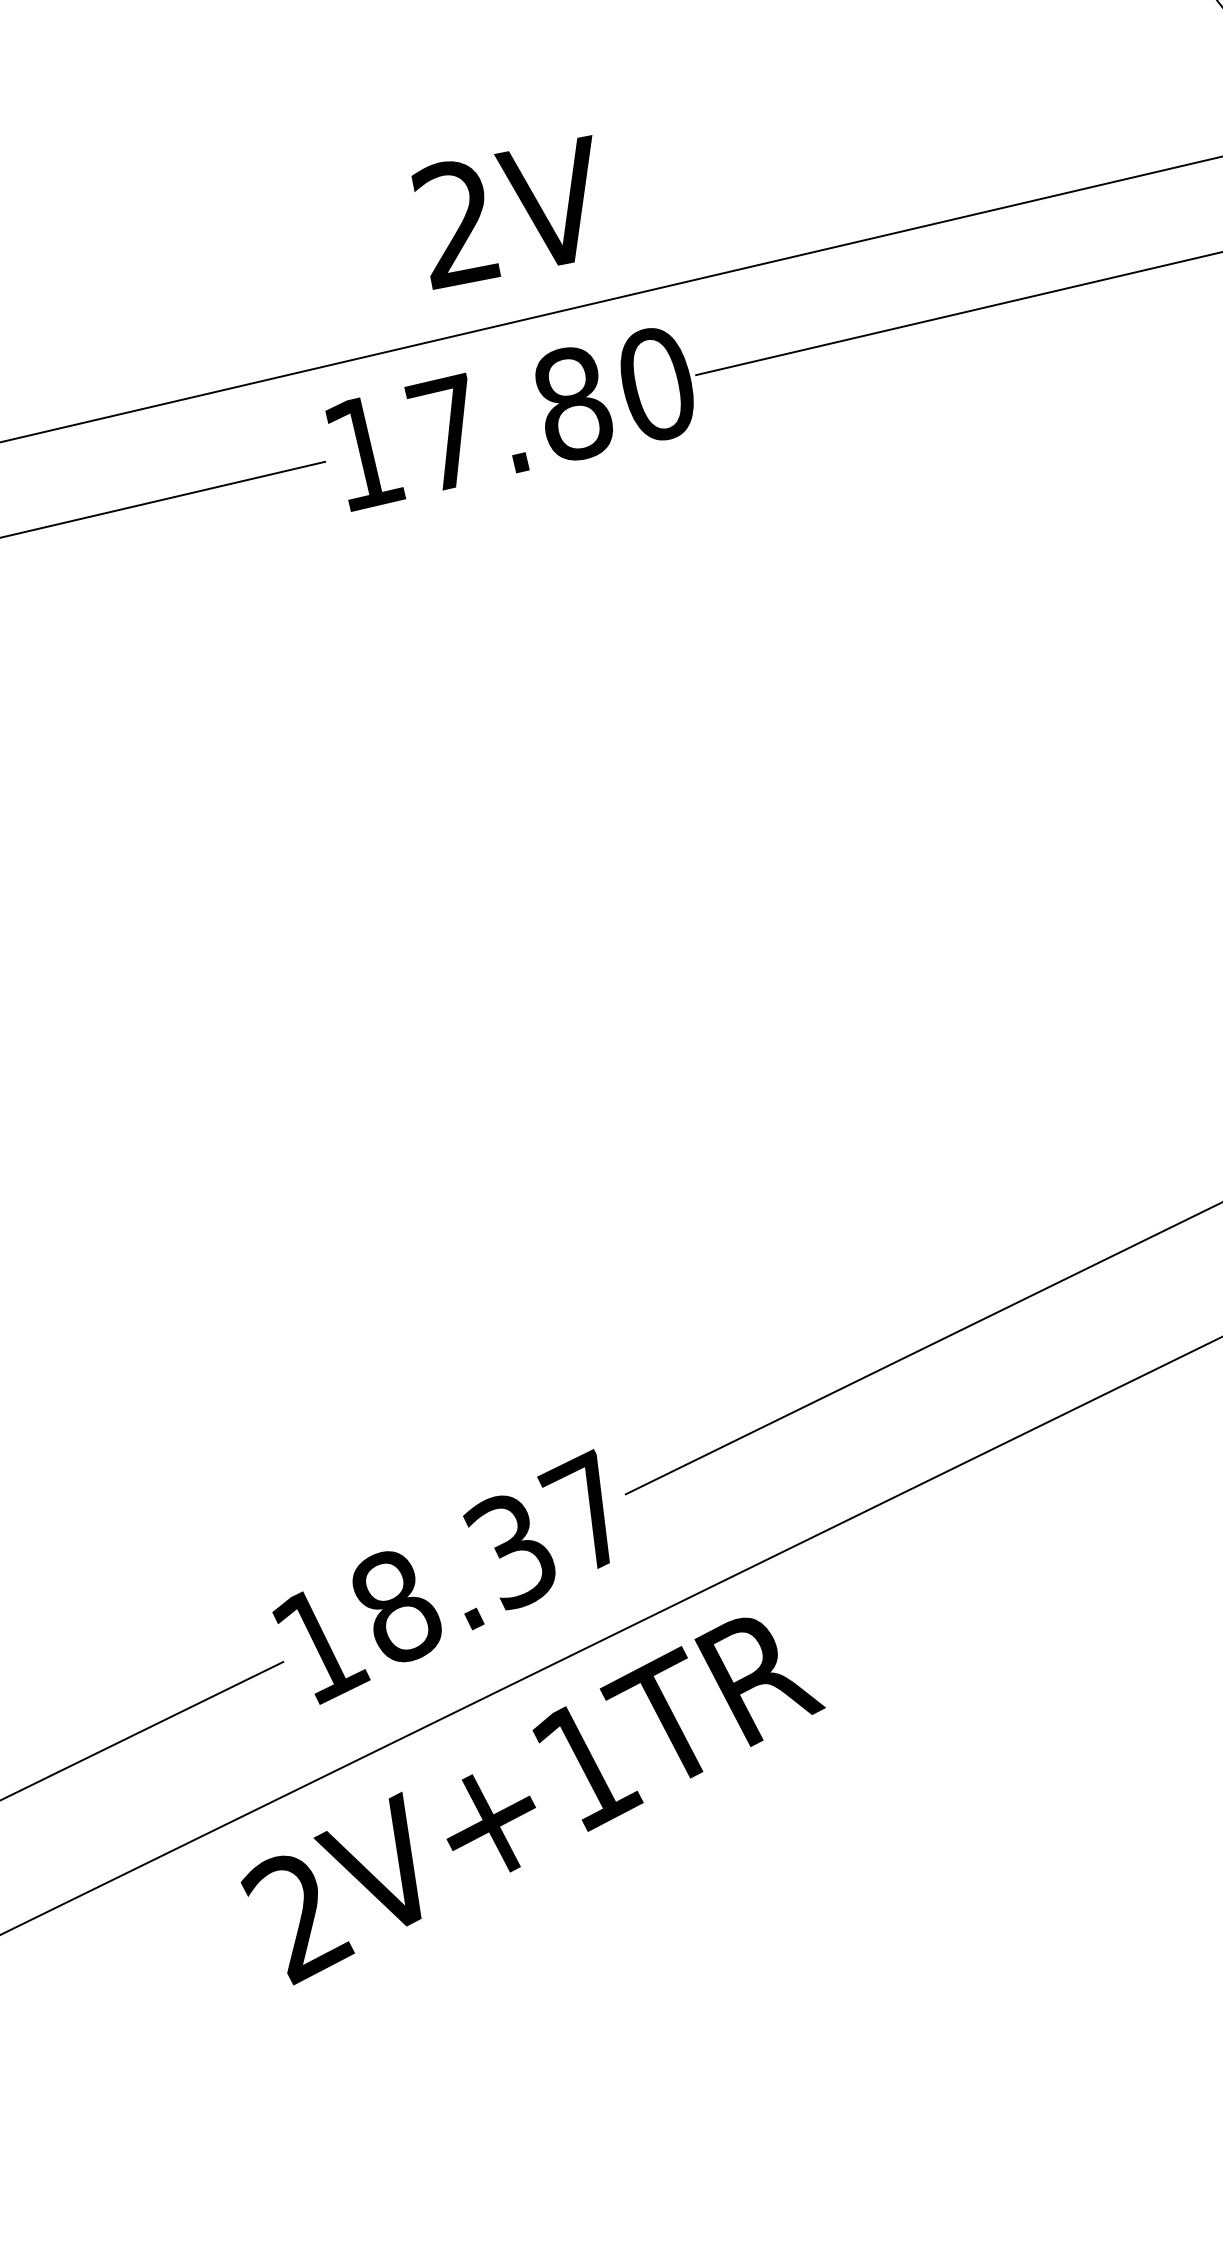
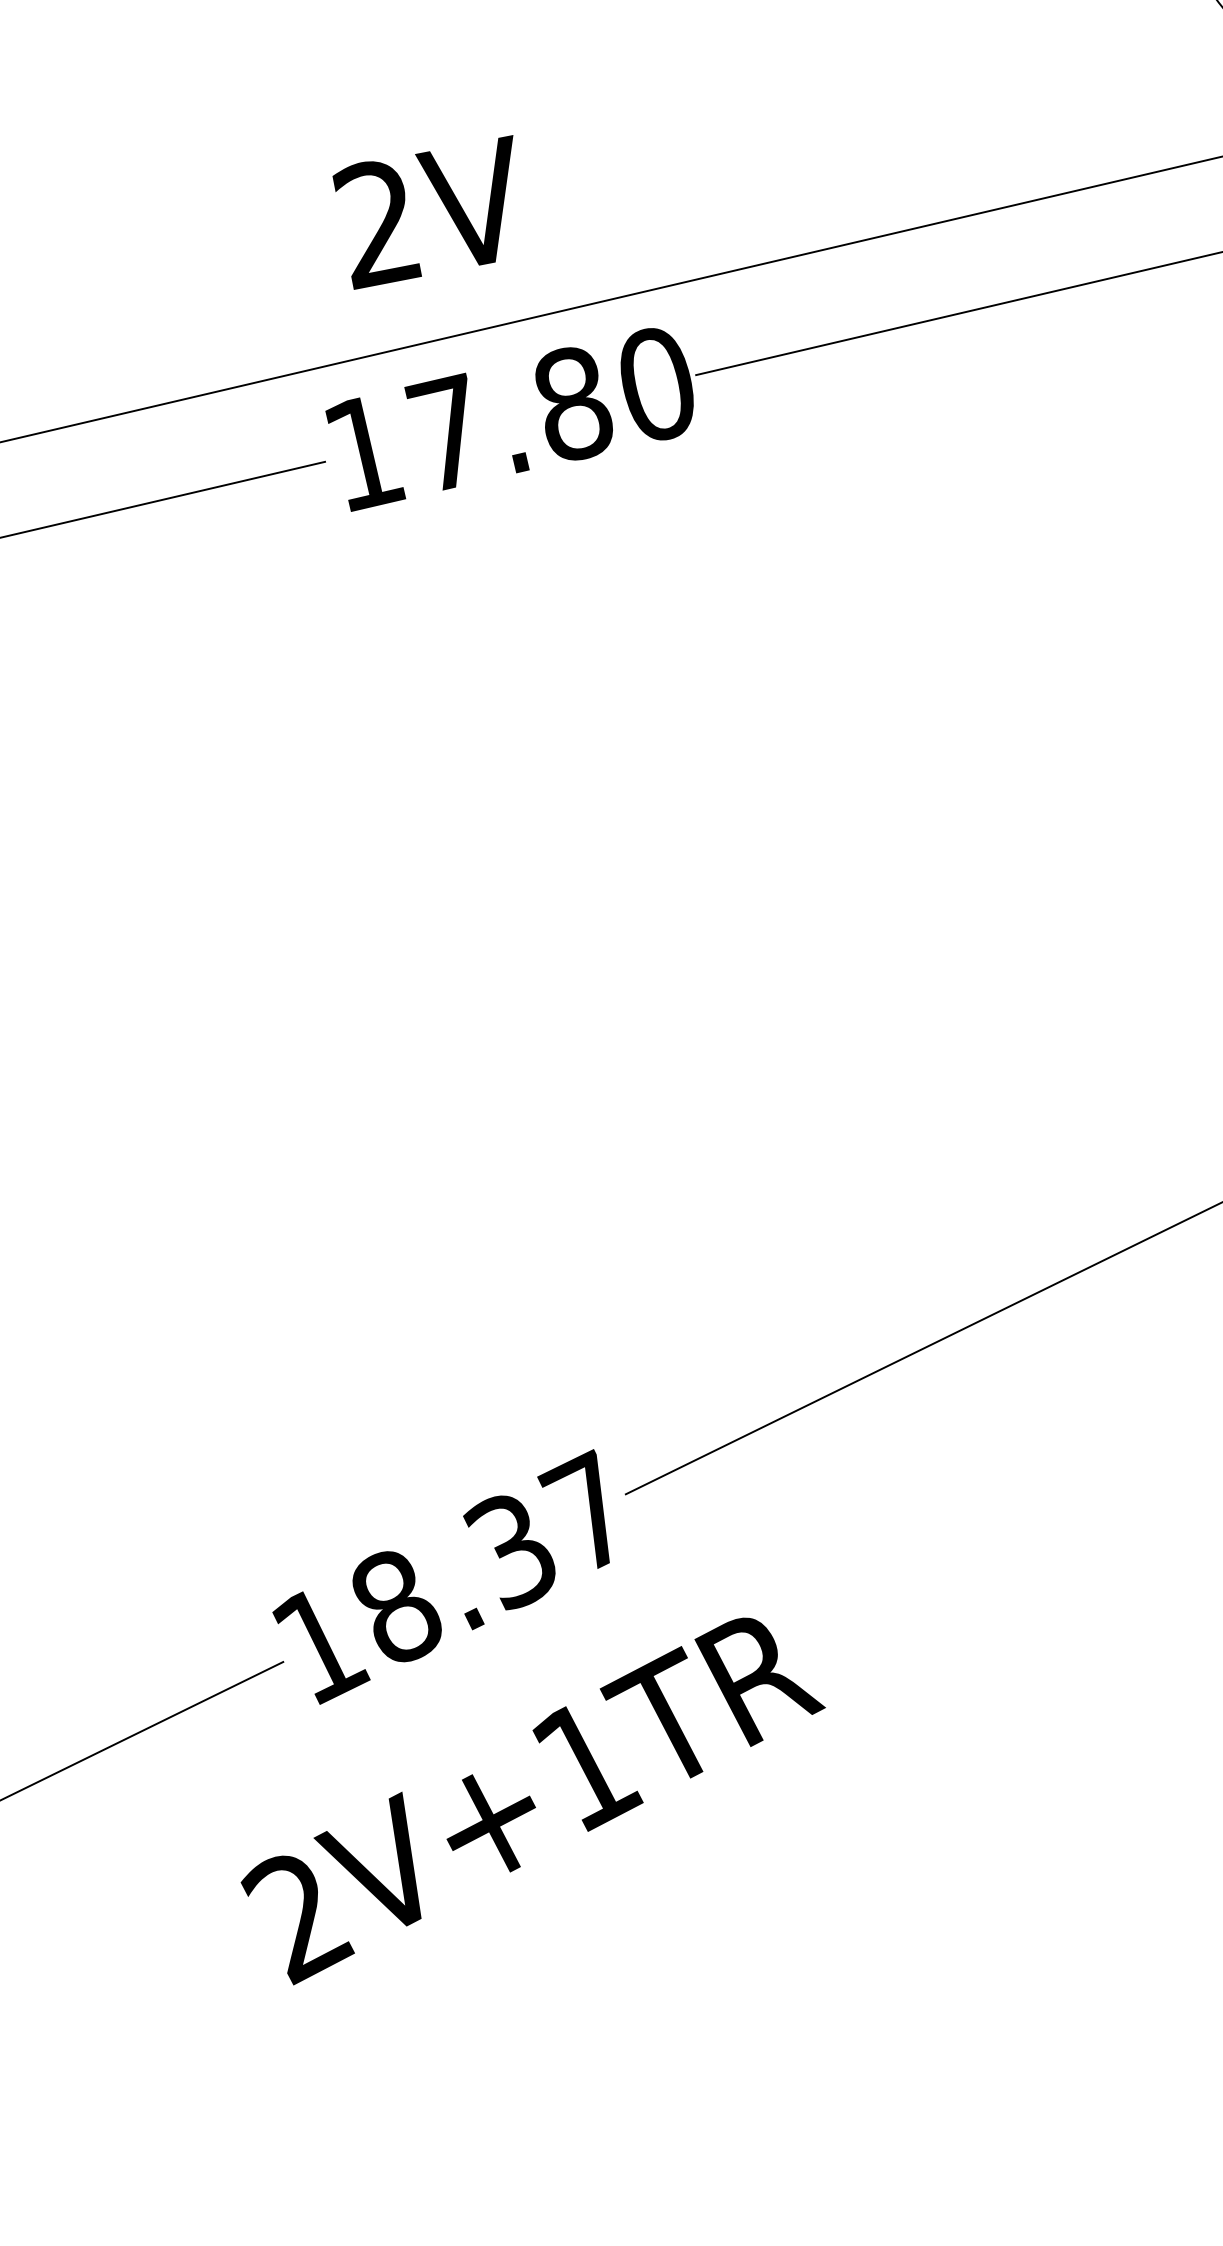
text at (501, 212) position: (501, 212) -> (422, 212)
line at (610, 1636): present -> none
